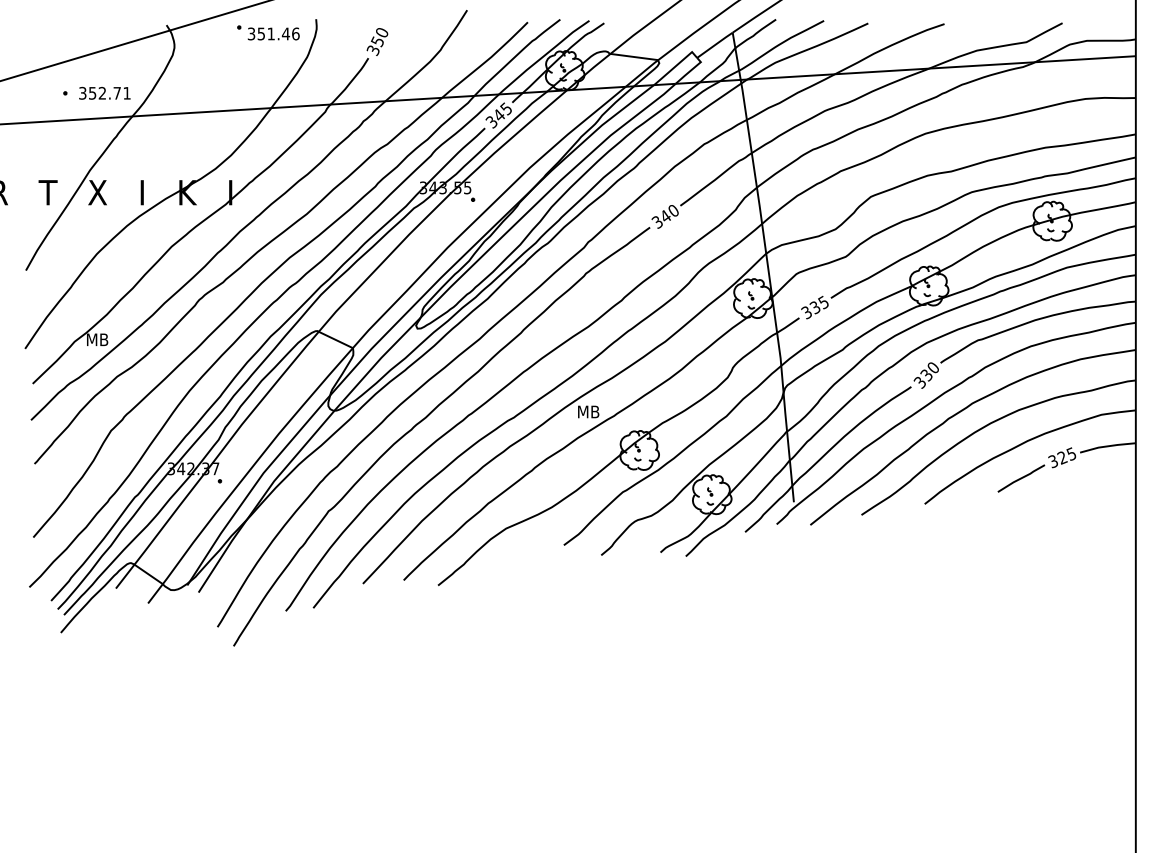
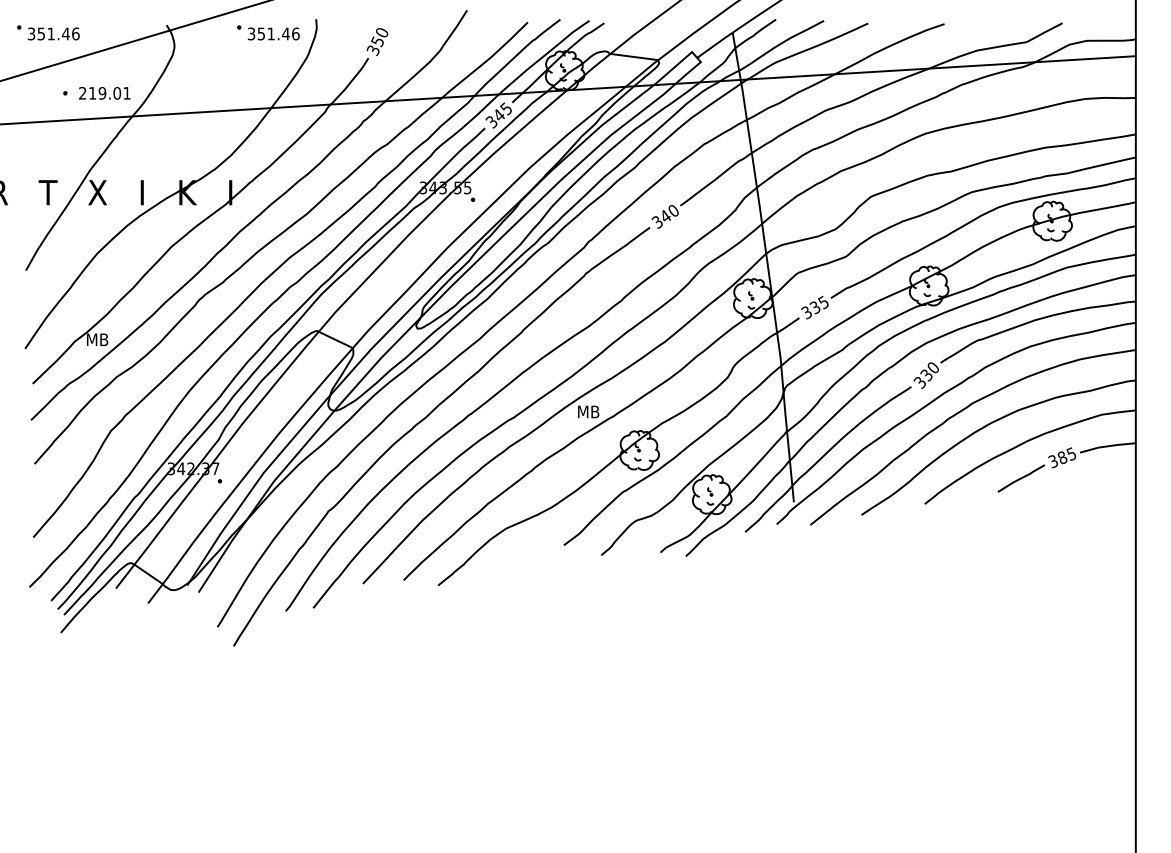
part at (48, 32): none -> present
text at (100, 92): 352.71 -> 219.01
text at (1062, 457): 325 -> 385
